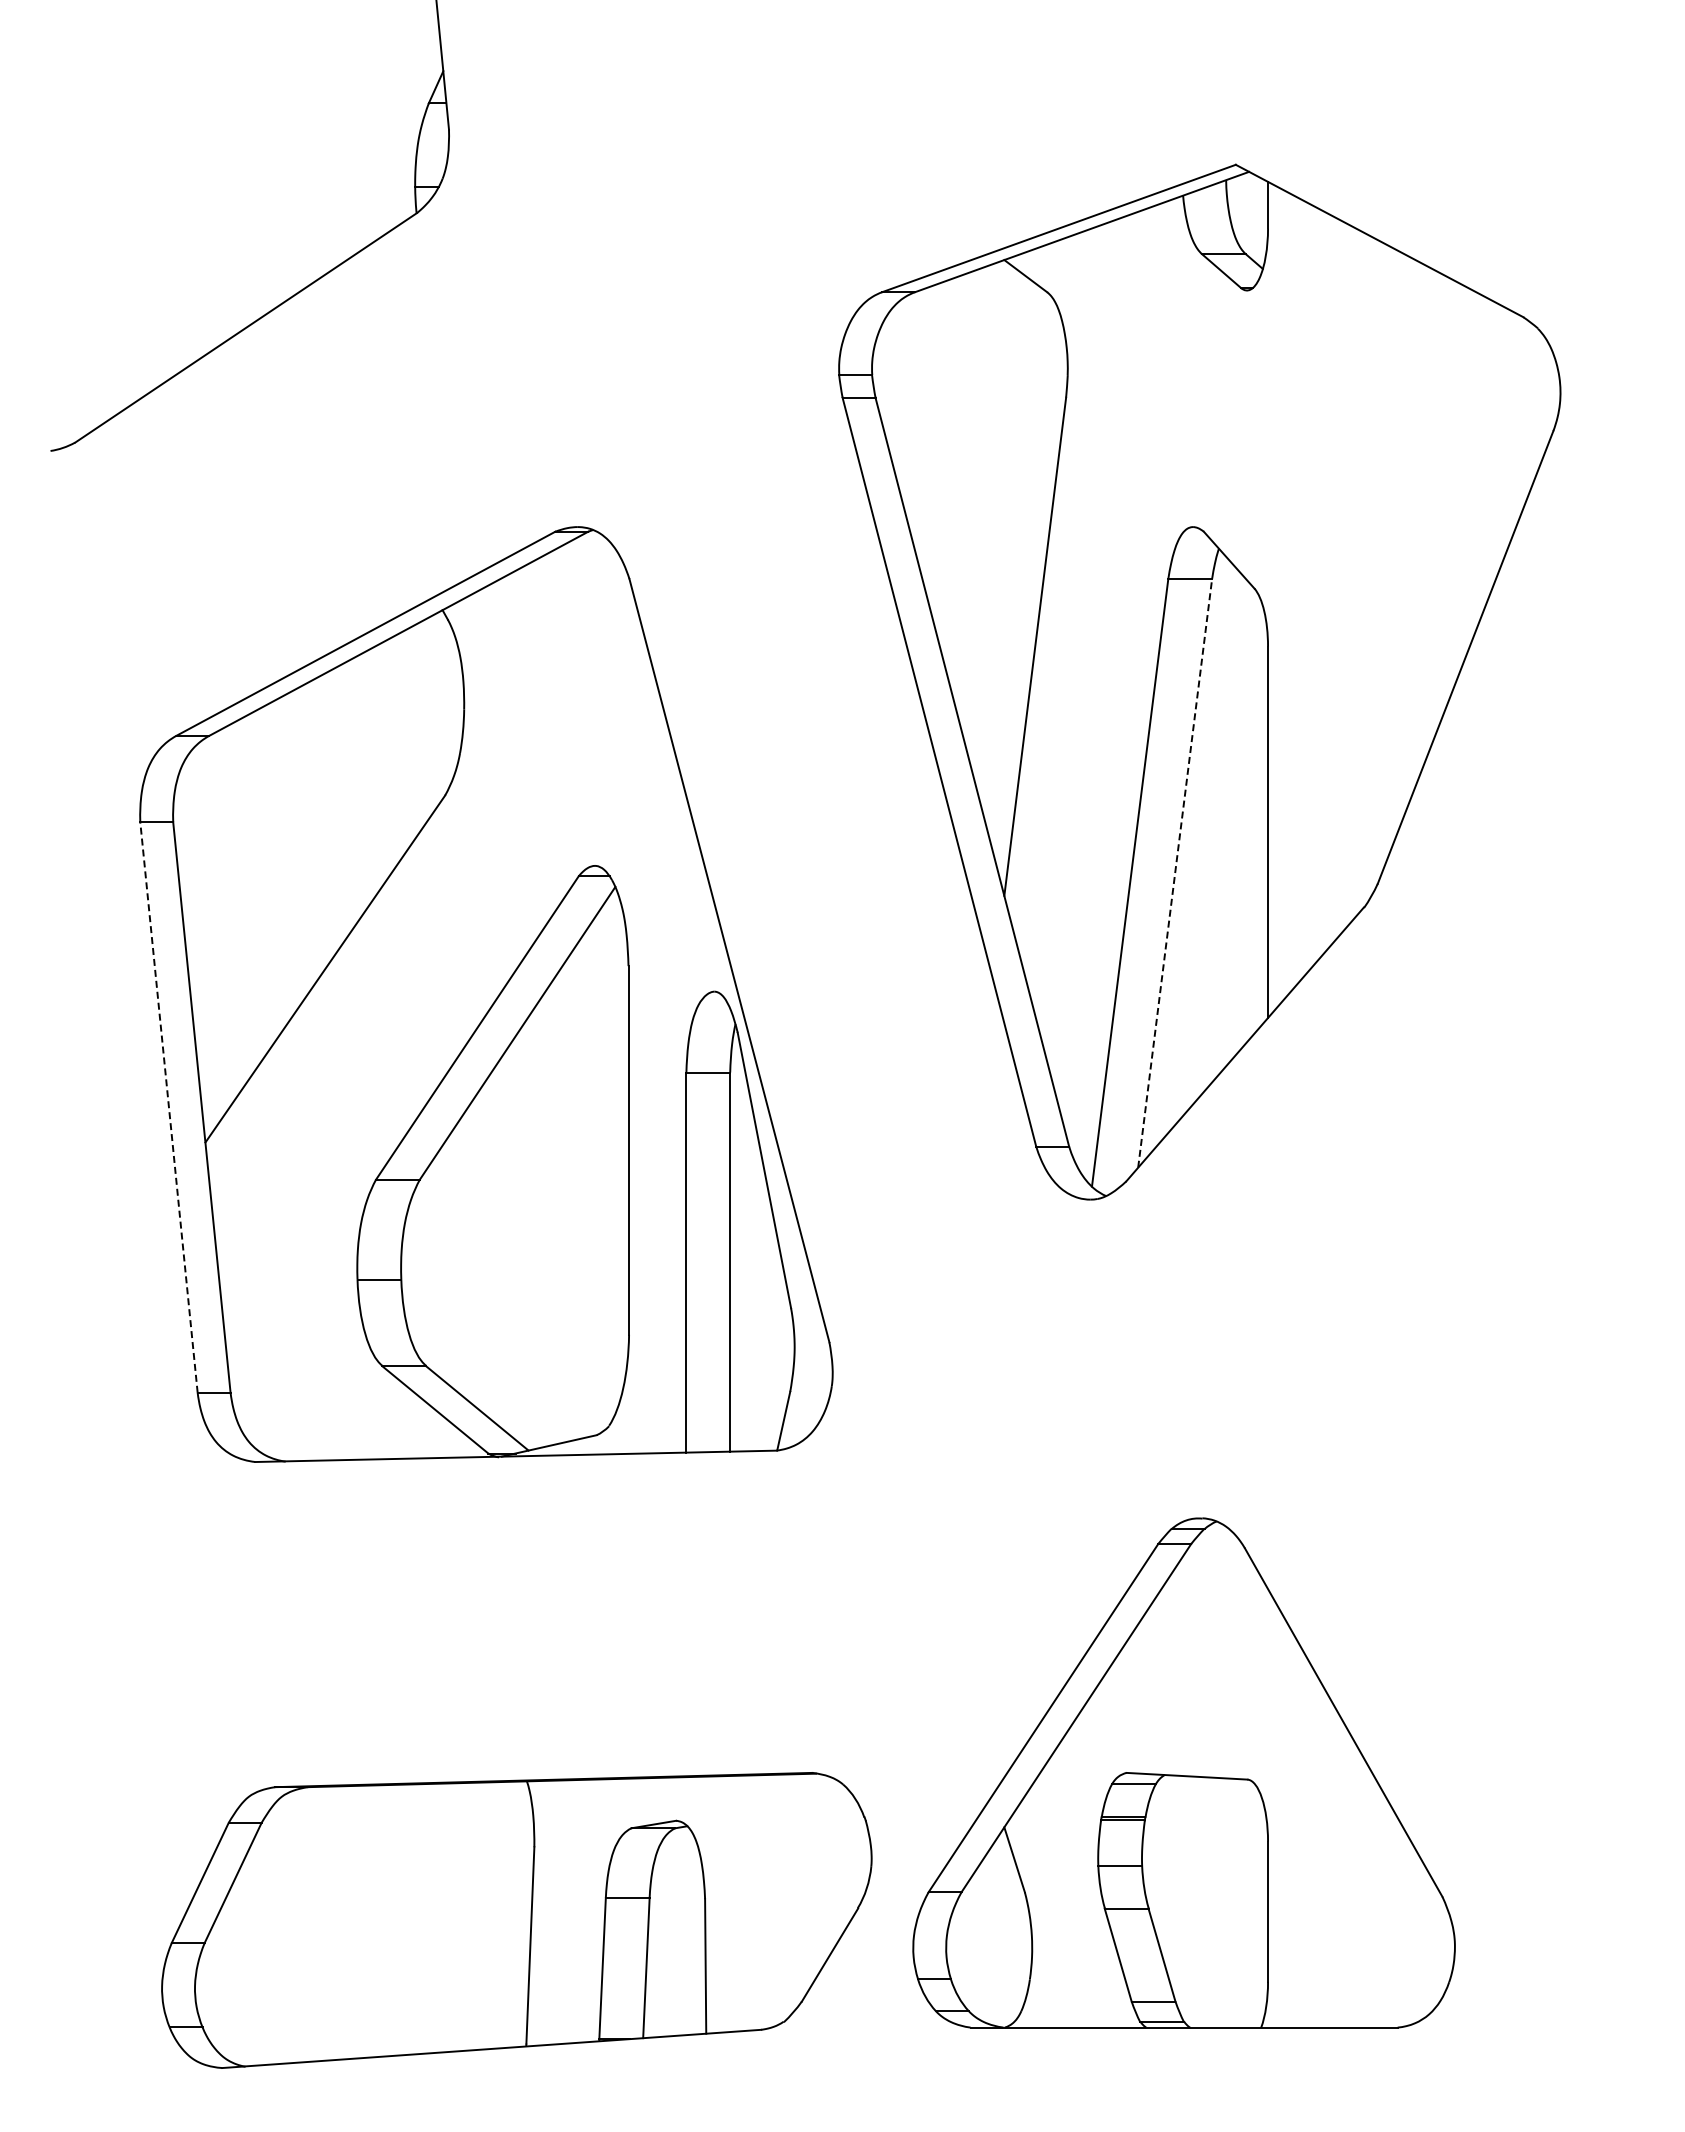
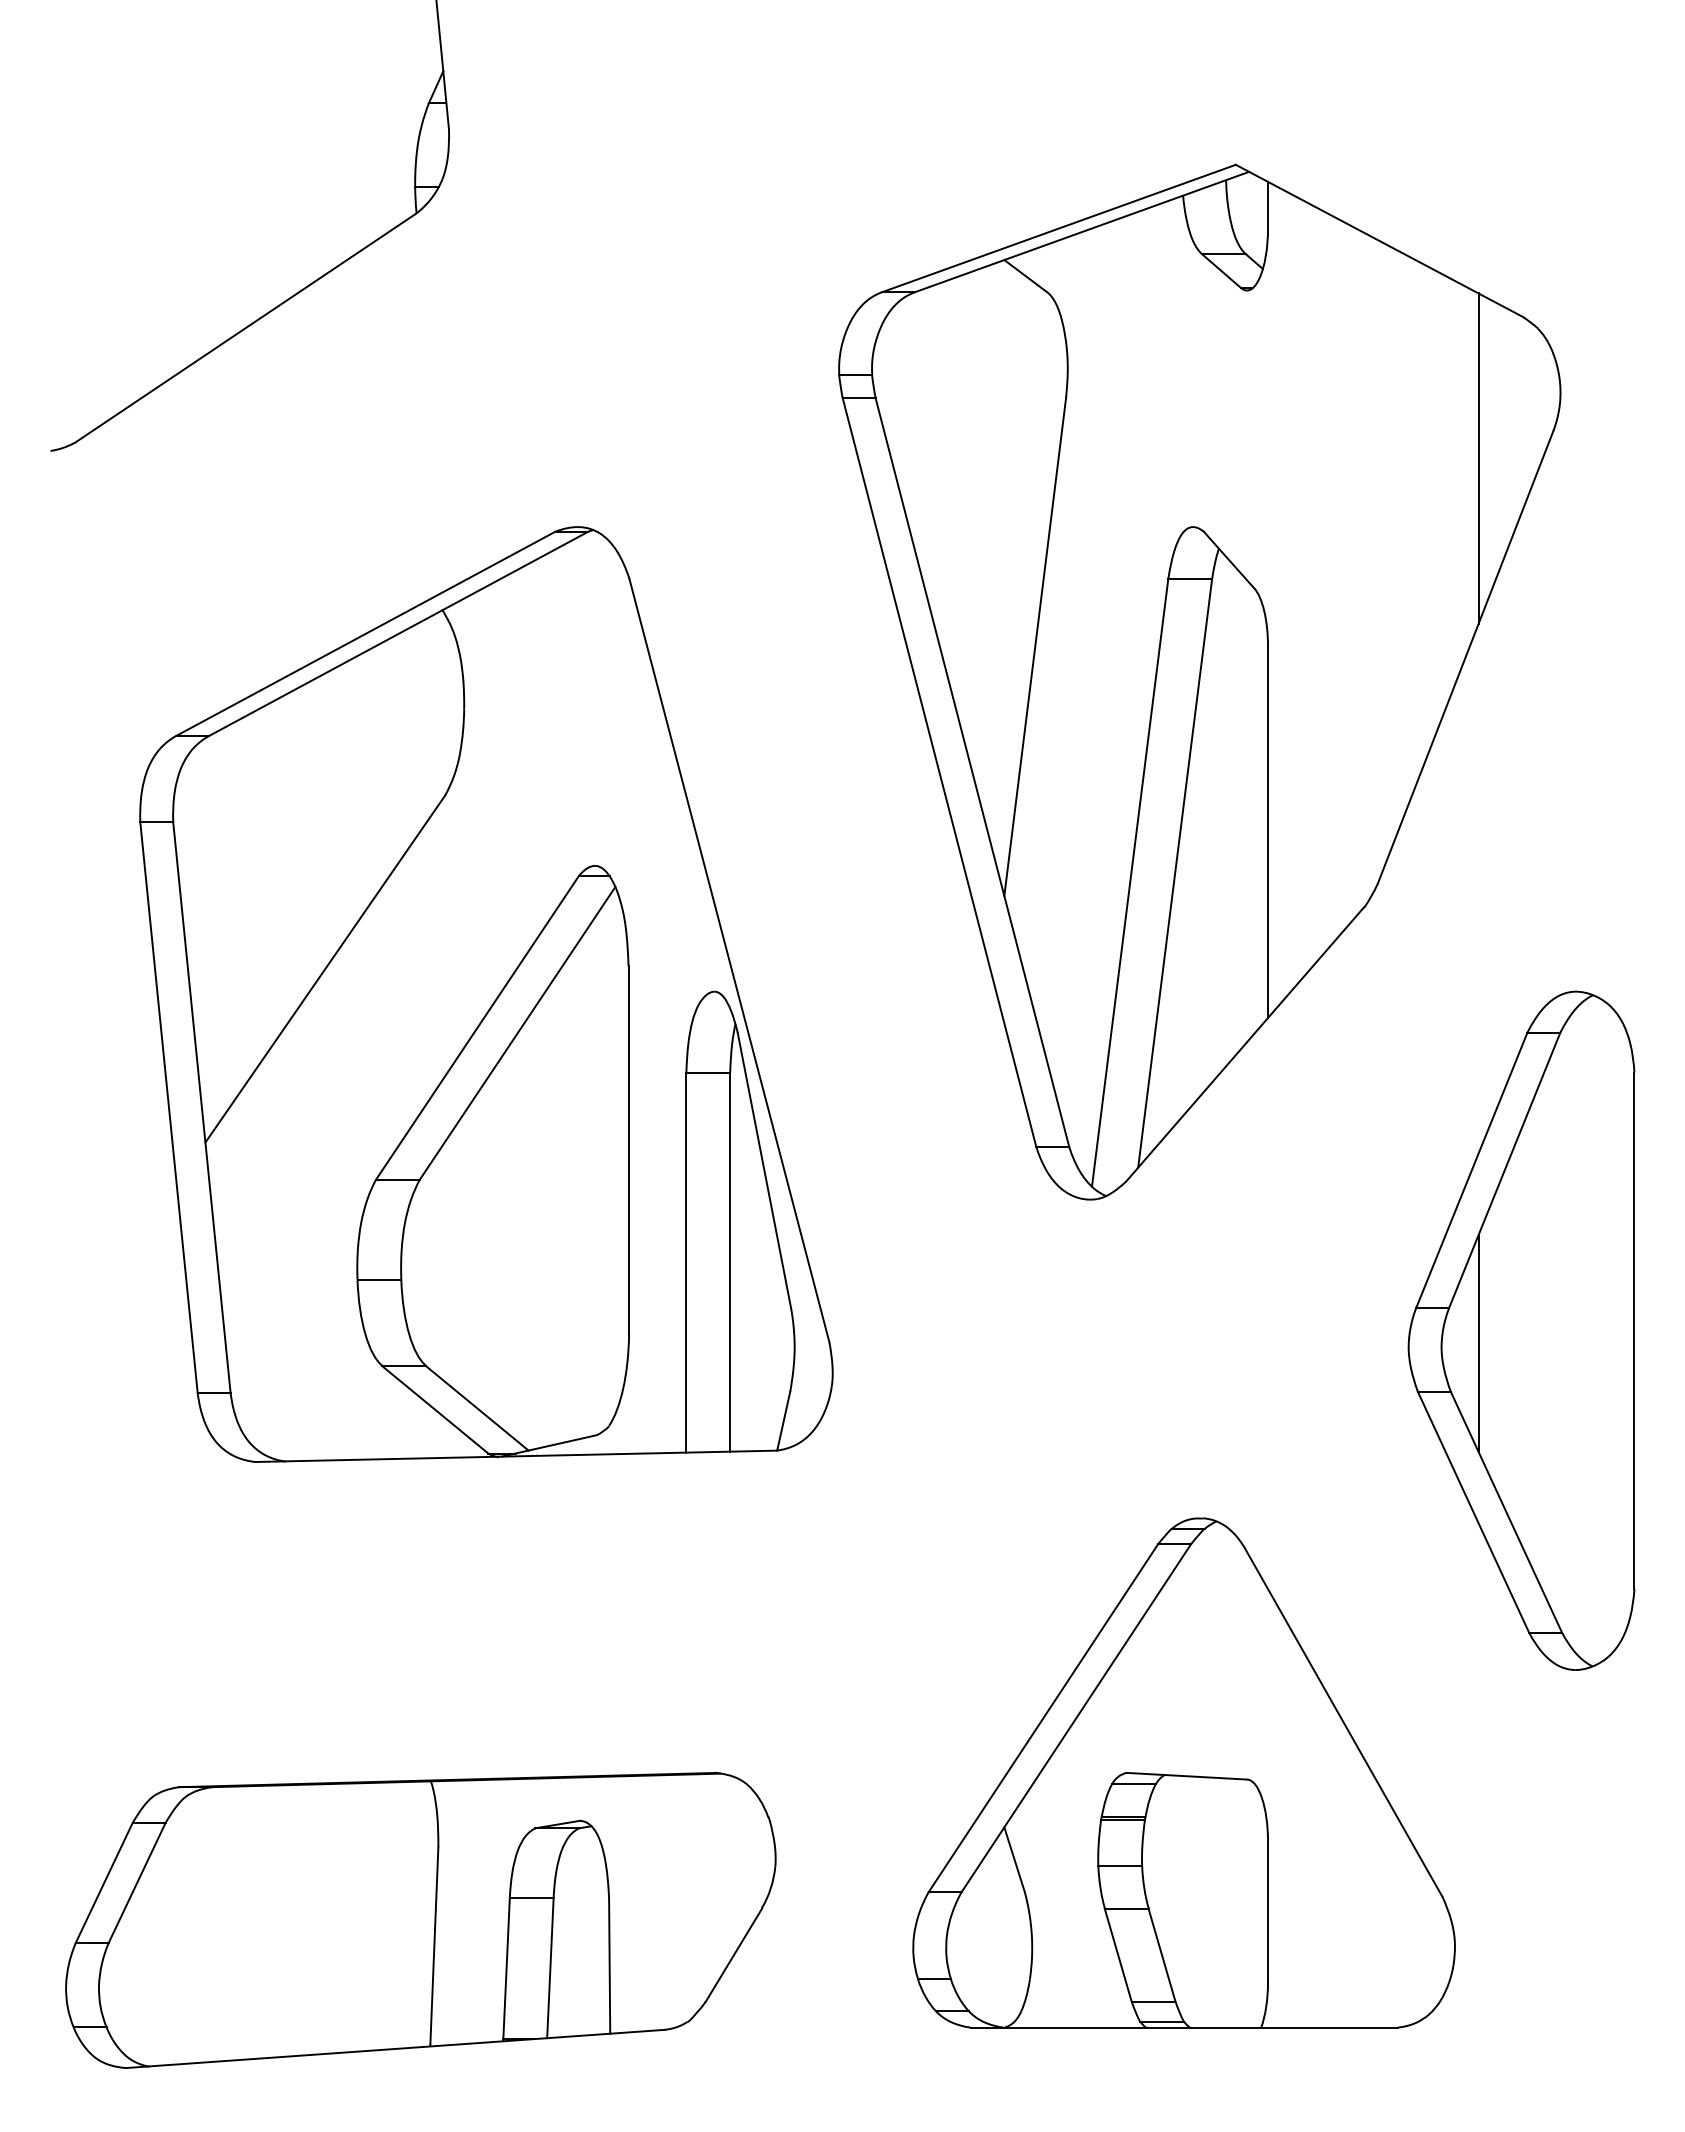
line at (1478, 458): none -> present
line at (1175, 873): dashed -> solid
line at (168, 1107): dashed -> solid
part at (1521, 1330): none -> present
part at (516, 1920) position: (516, 1920) -> (420, 1920)
